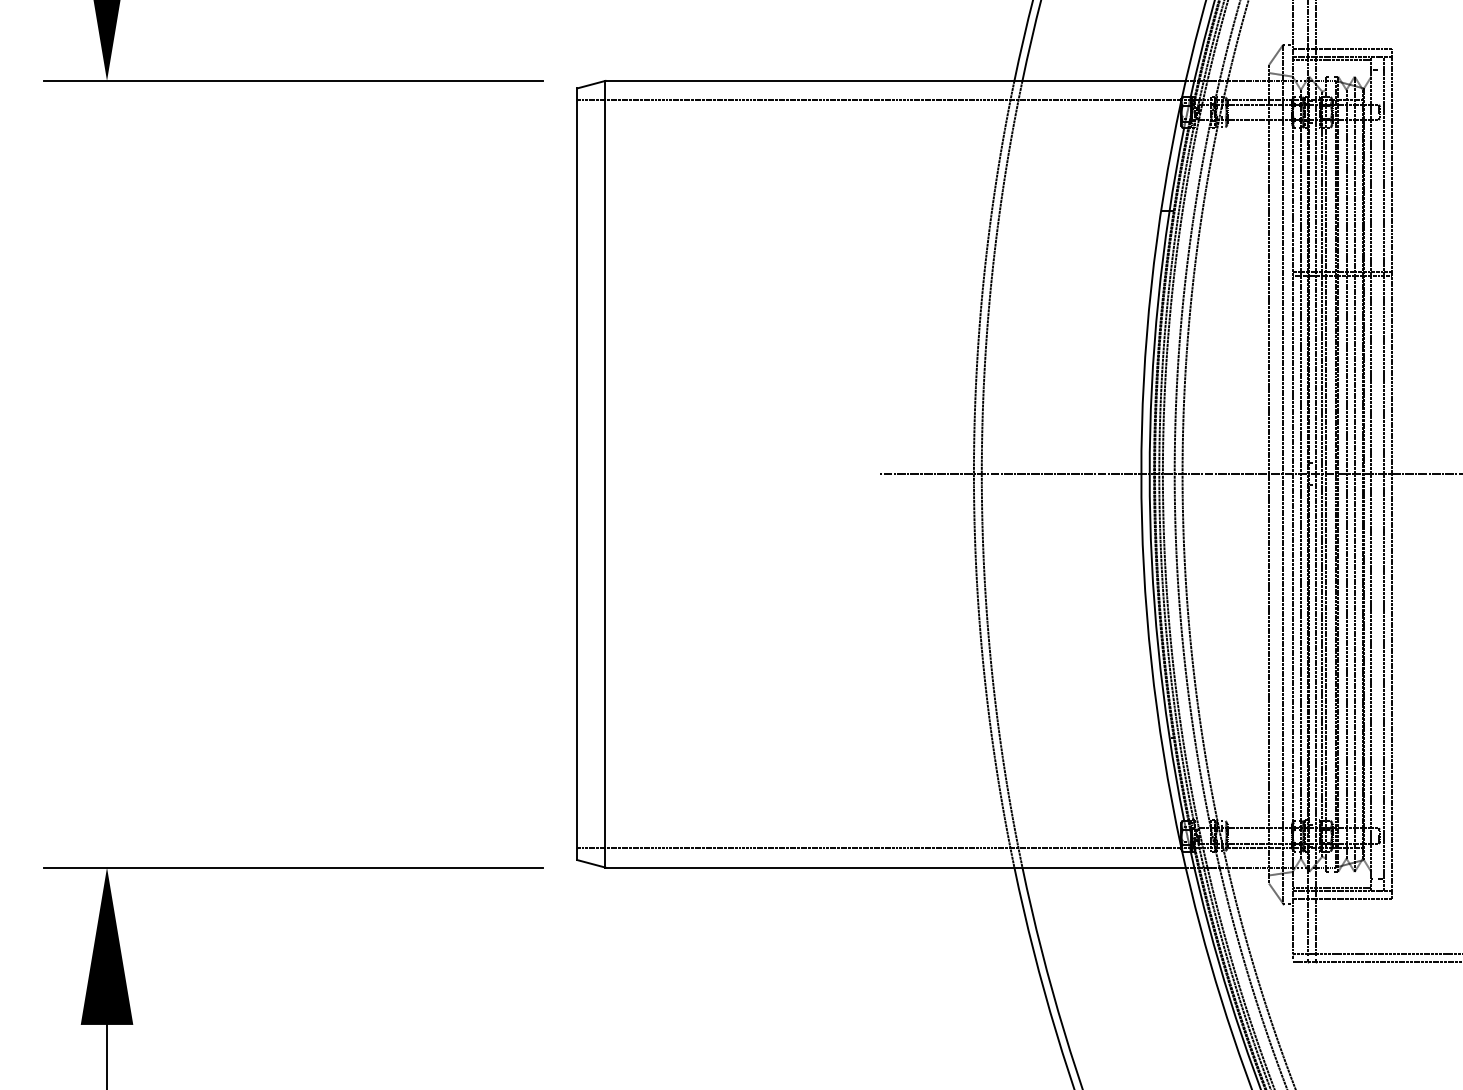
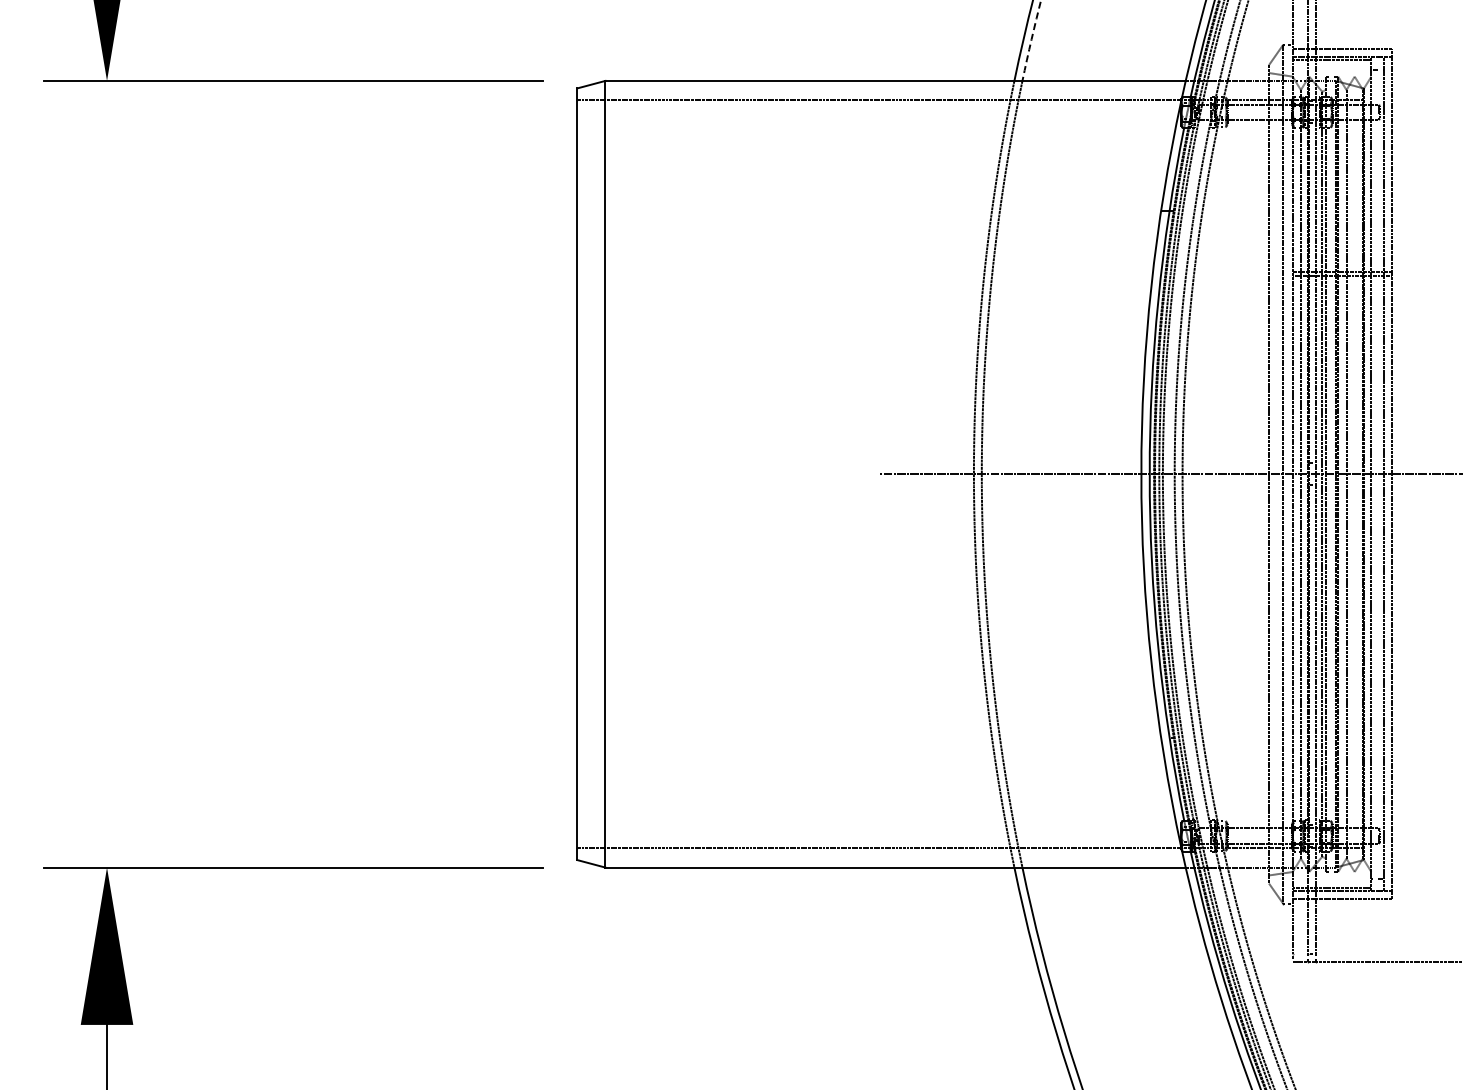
arc at (1031, 40): solid -> dashed
line at (1354, 473): present -> none
line at (1375, 954): present -> none
